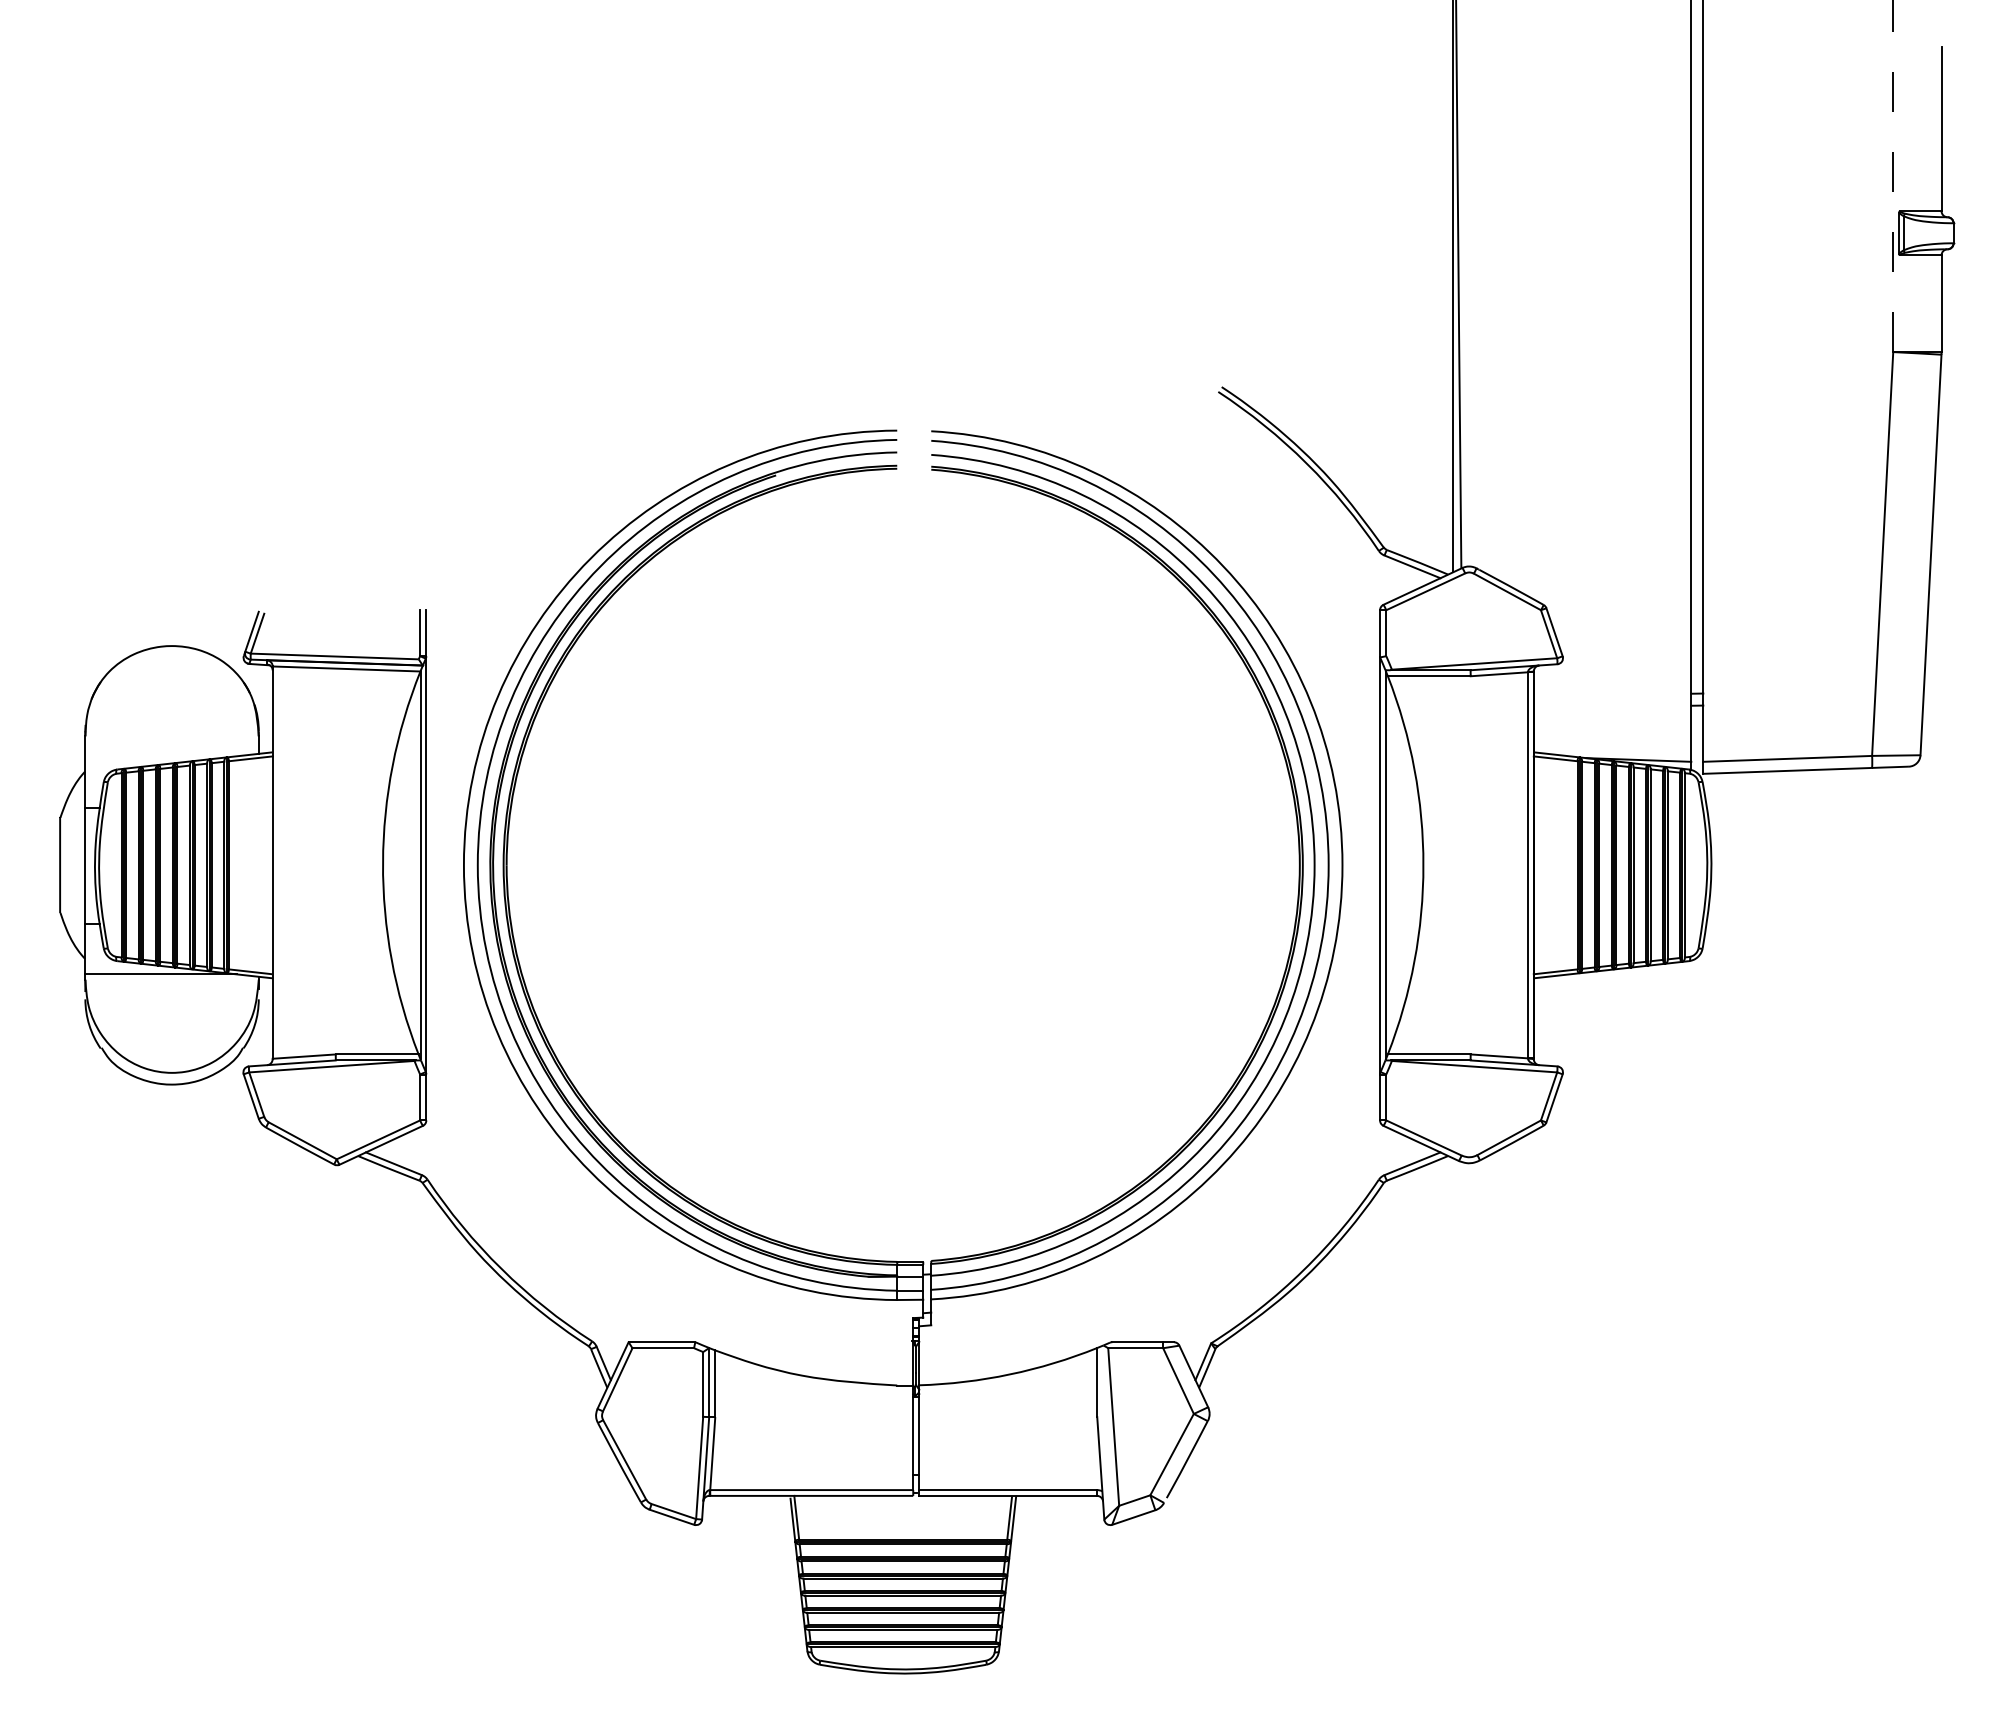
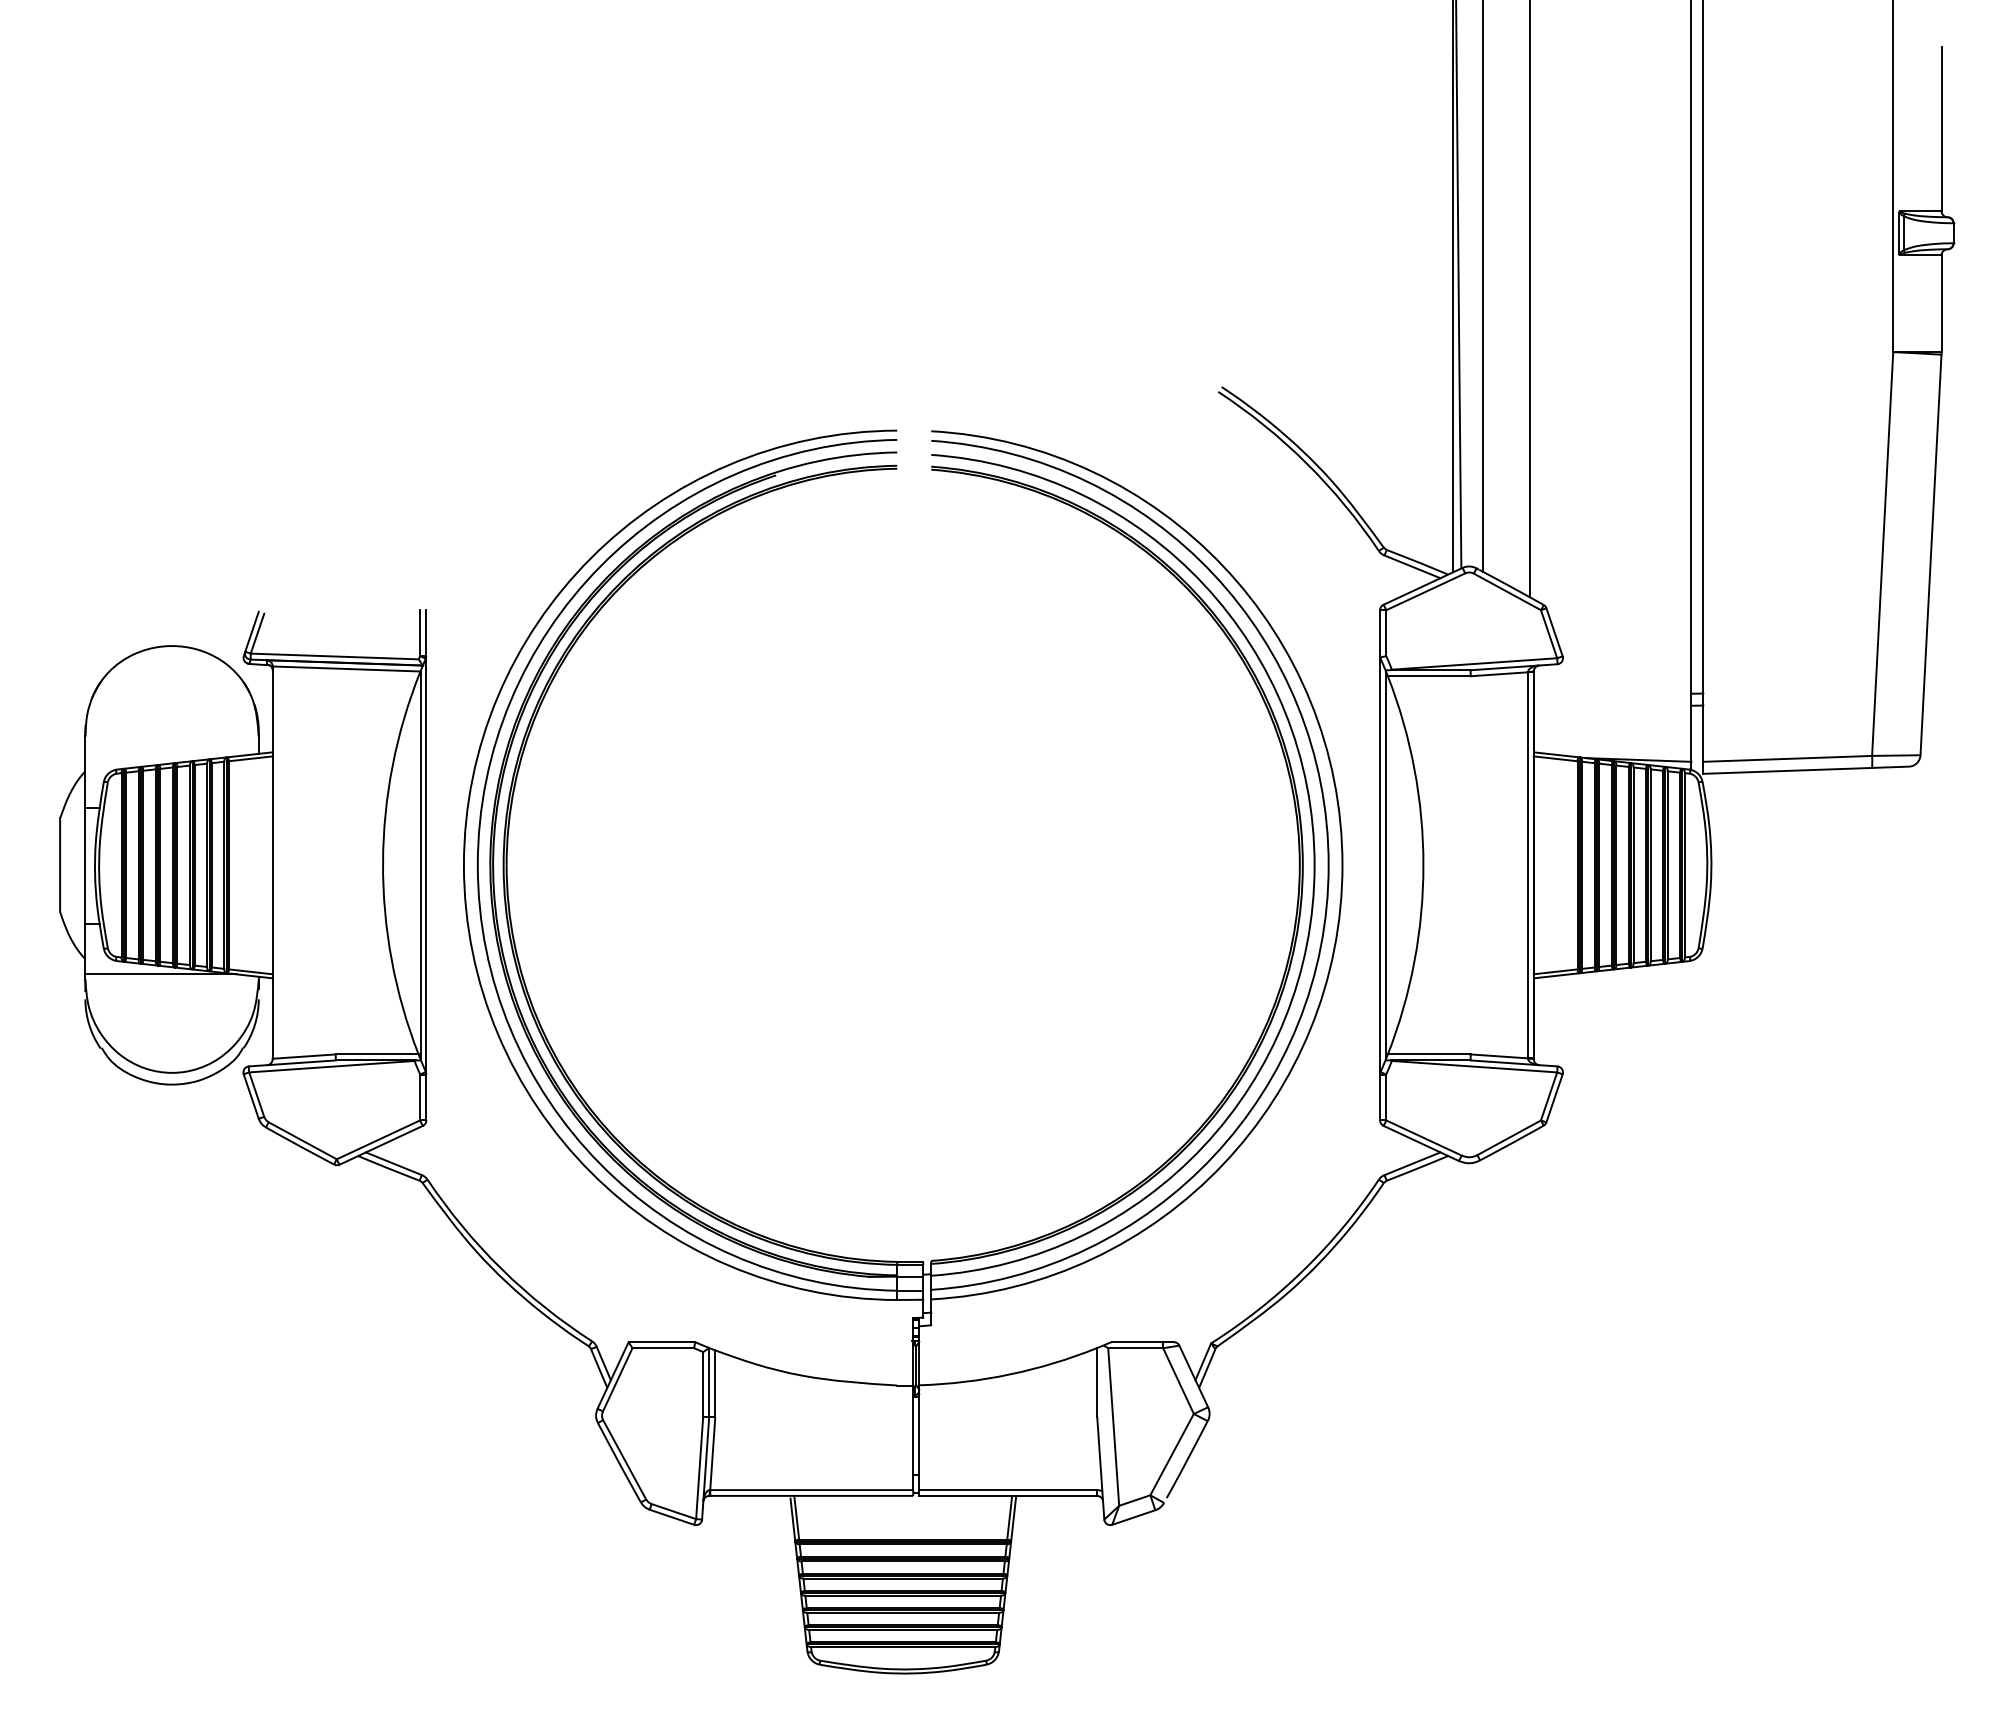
line at (1893, 176): dashed -> solid
line at (1483, 286): none -> present
line at (1529, 299): none -> present
